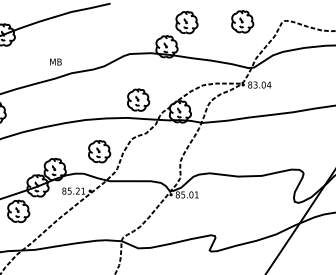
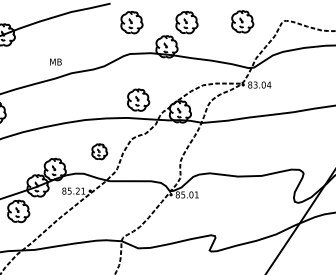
part at (131, 22): none -> present
part at (99, 151) size: 24x24 px -> 18x18 px
